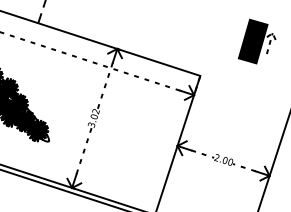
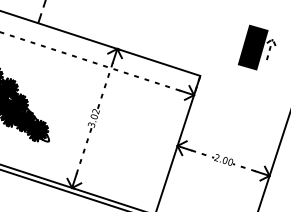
part at (256, 41) position: (256, 41) -> (256, 47)
